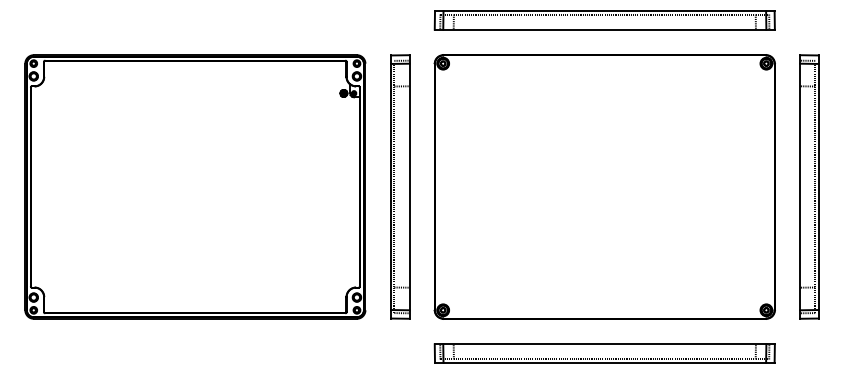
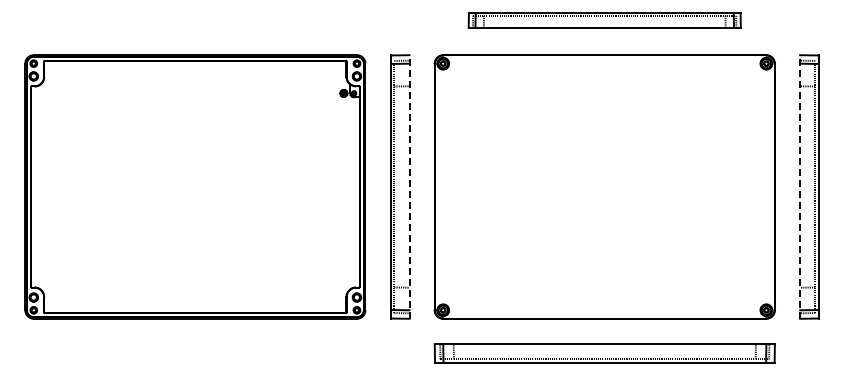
part at (604, 20) size: 343x21 px -> 275x17 px
line at (409, 186): solid -> dashed
line at (800, 186): solid -> dashed
